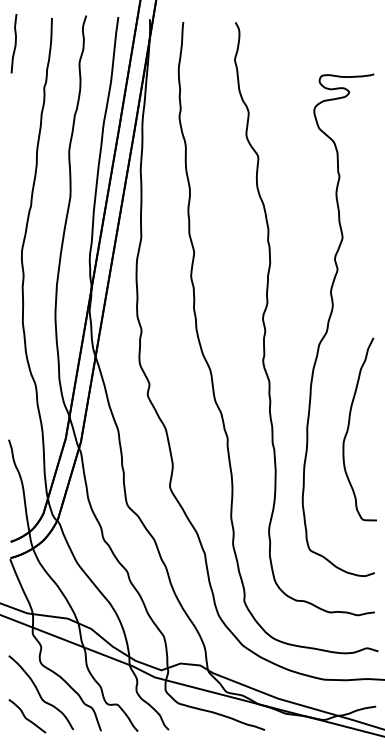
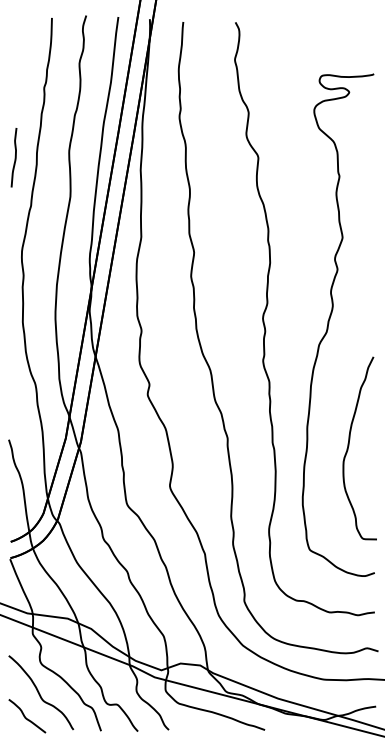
curve at (14, 43) position: (14, 43) -> (14, 157)
curve at (349, 427) position: (349, 427) -> (349, 446)
